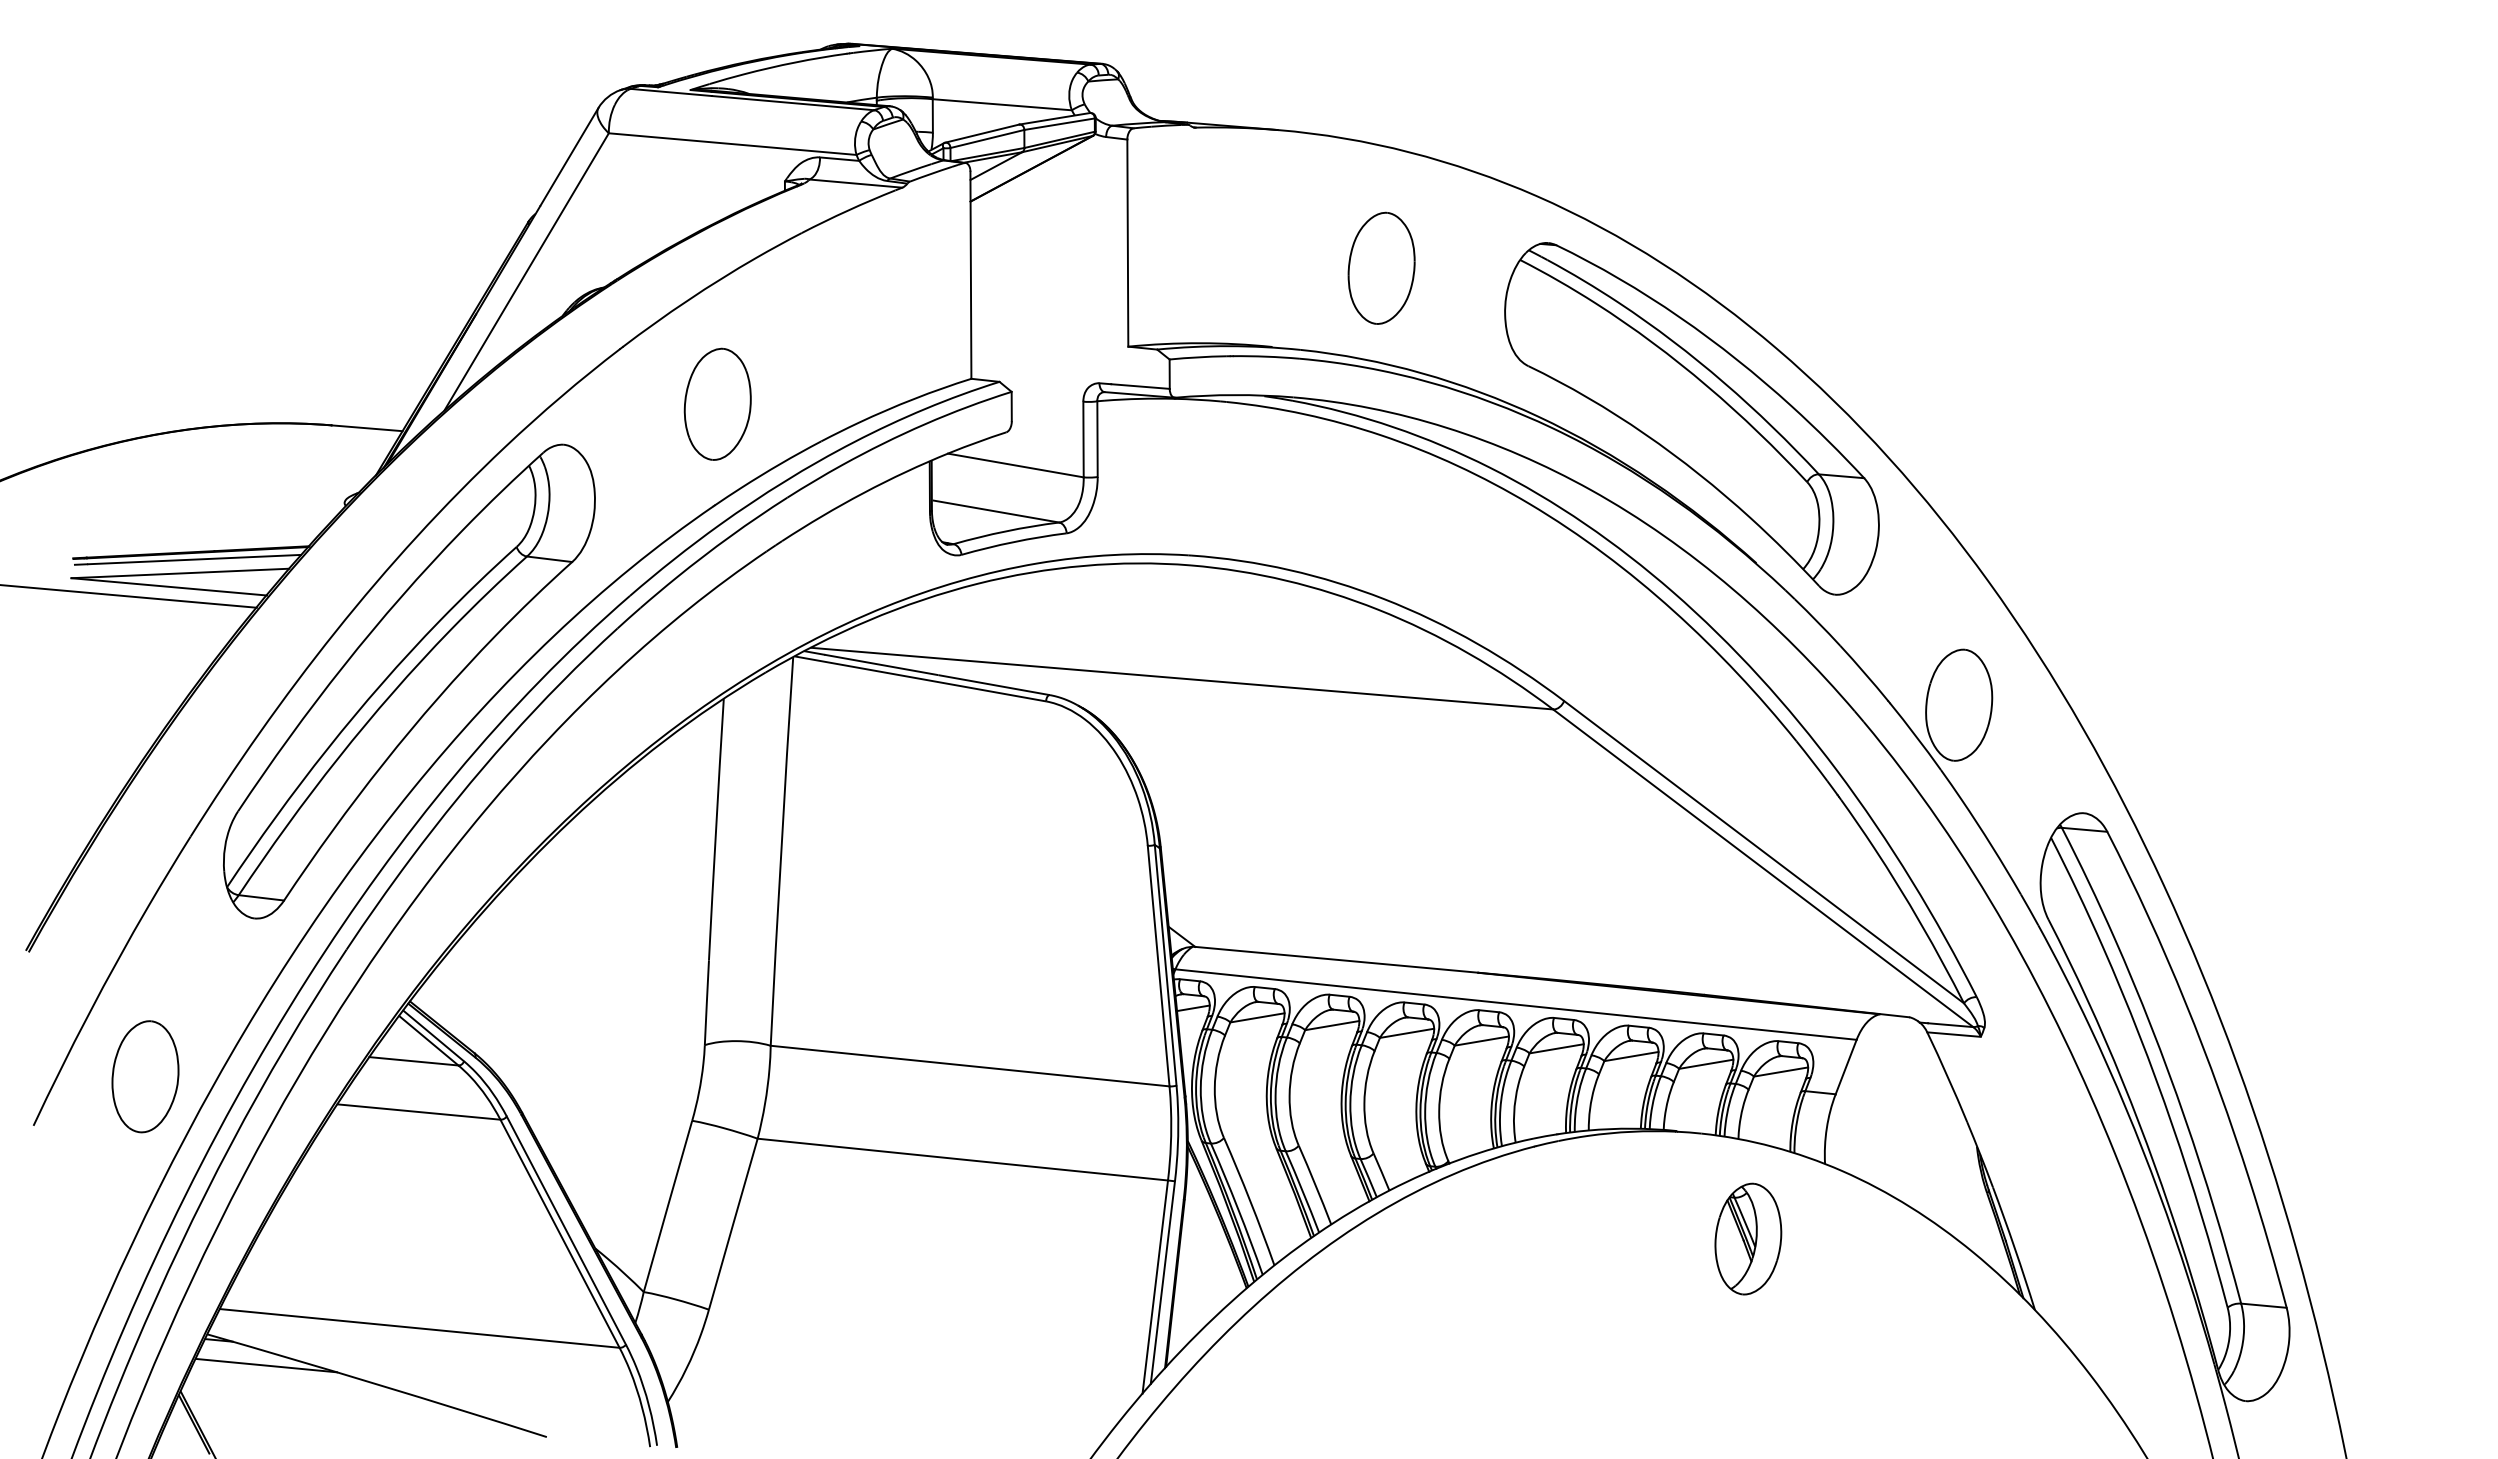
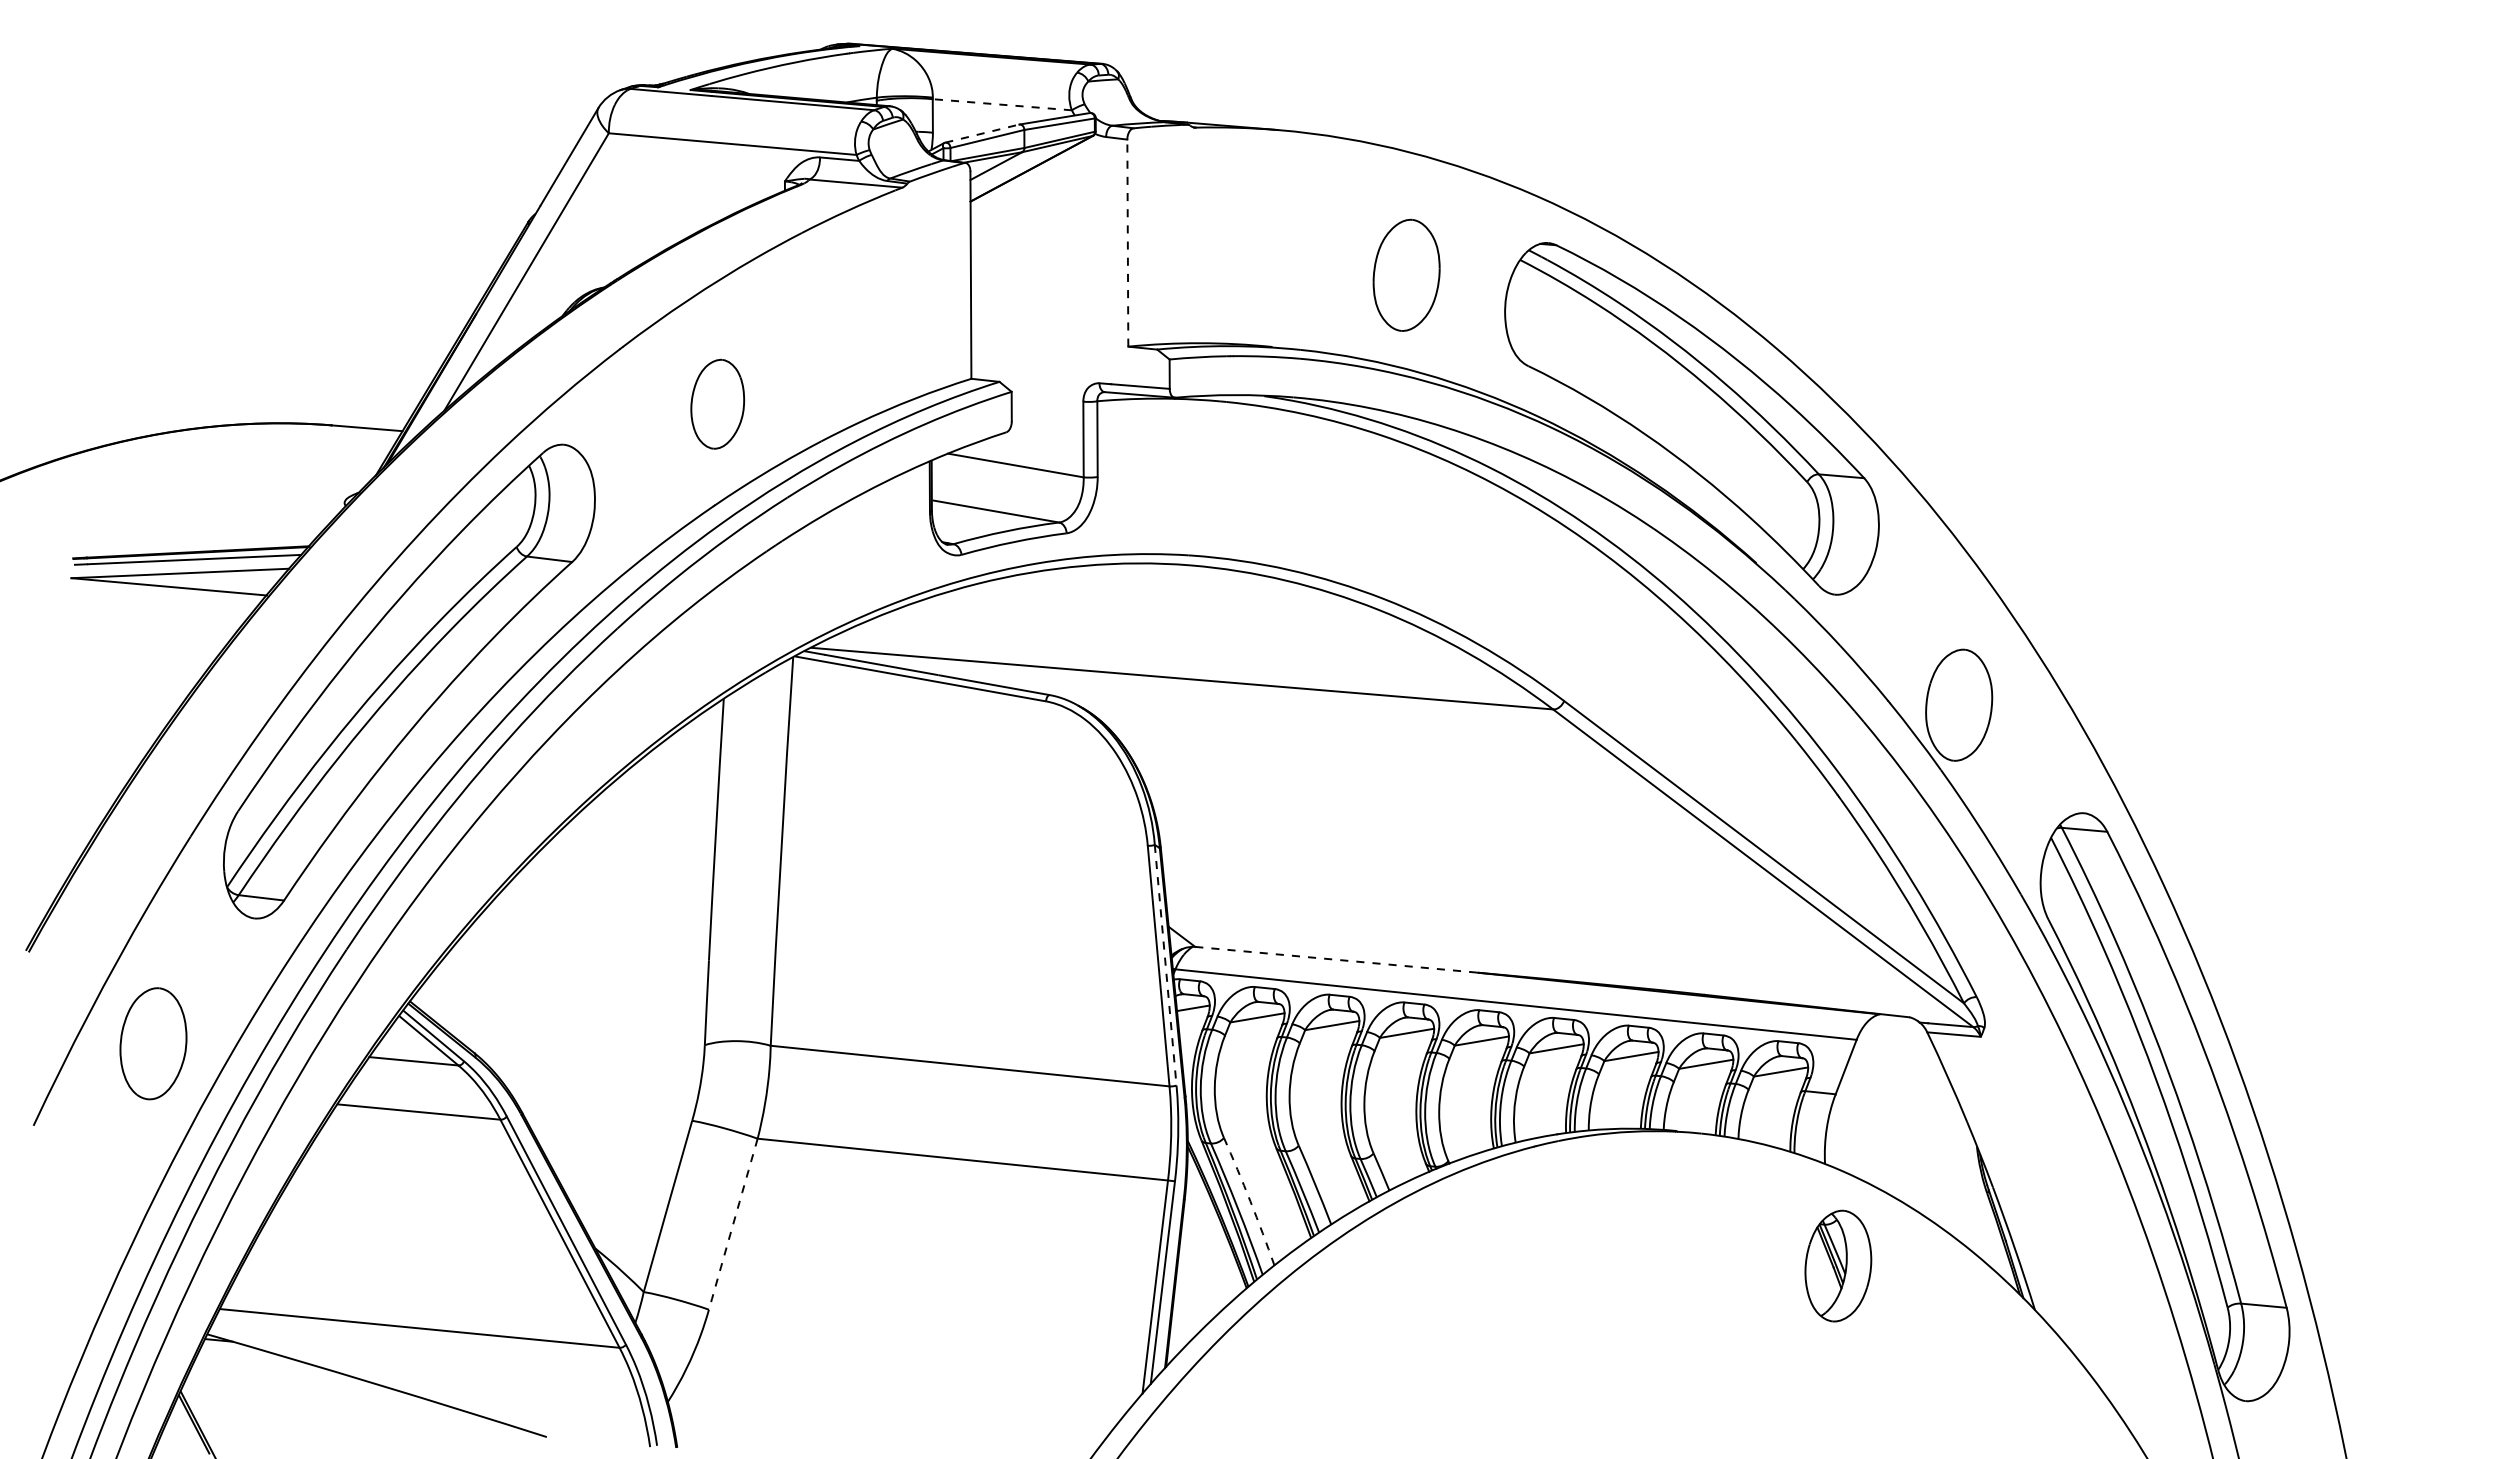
line at (1002, 104): solid -> dashed
line at (982, 133): solid -> dashed
line at (1127, 243): solid -> dashed
part at (1381, 267) position: (1381, 267) -> (1406, 274)
part at (717, 403) size: 69x114 px -> 56x92 px
line at (129, 596): present -> none
line at (1336, 959): solid -> dashed
line at (1165, 965): solid -> dashed
part at (145, 1076) position: (145, 1076) -> (153, 1043)
arc at (1250, 1201): solid -> dashed
arc at (733, 1224): solid -> dashed
part at (1748, 1238) position: (1748, 1238) -> (1838, 1265)
line at (266, 1365): present -> none
